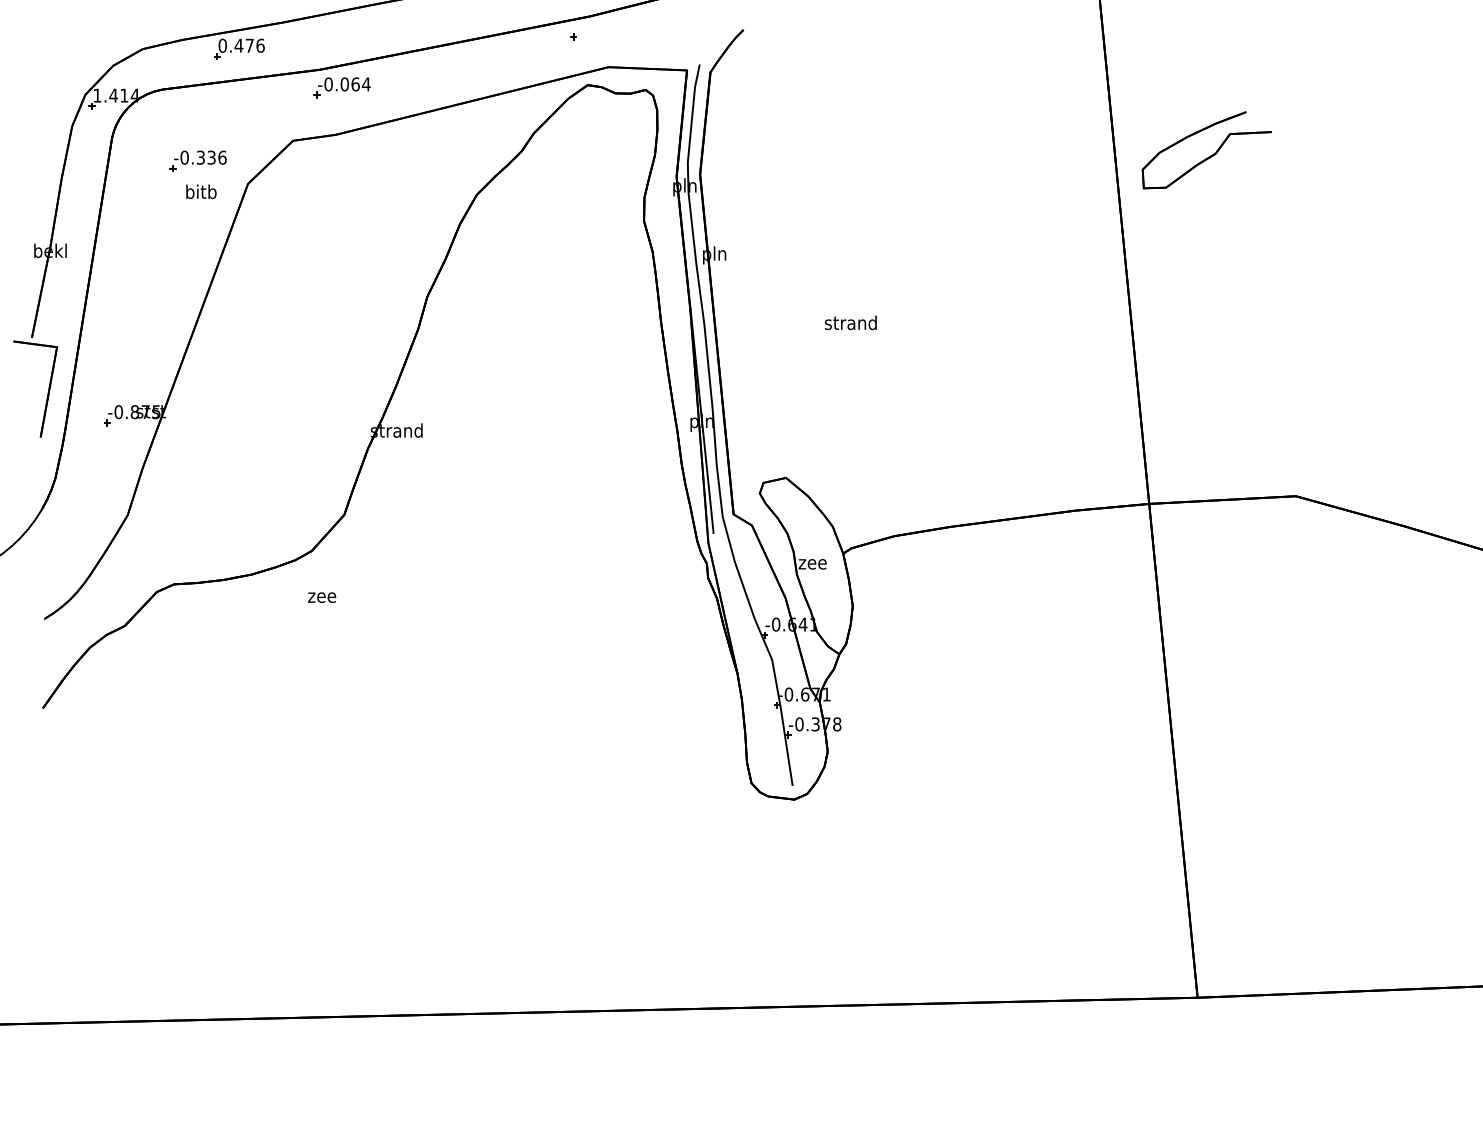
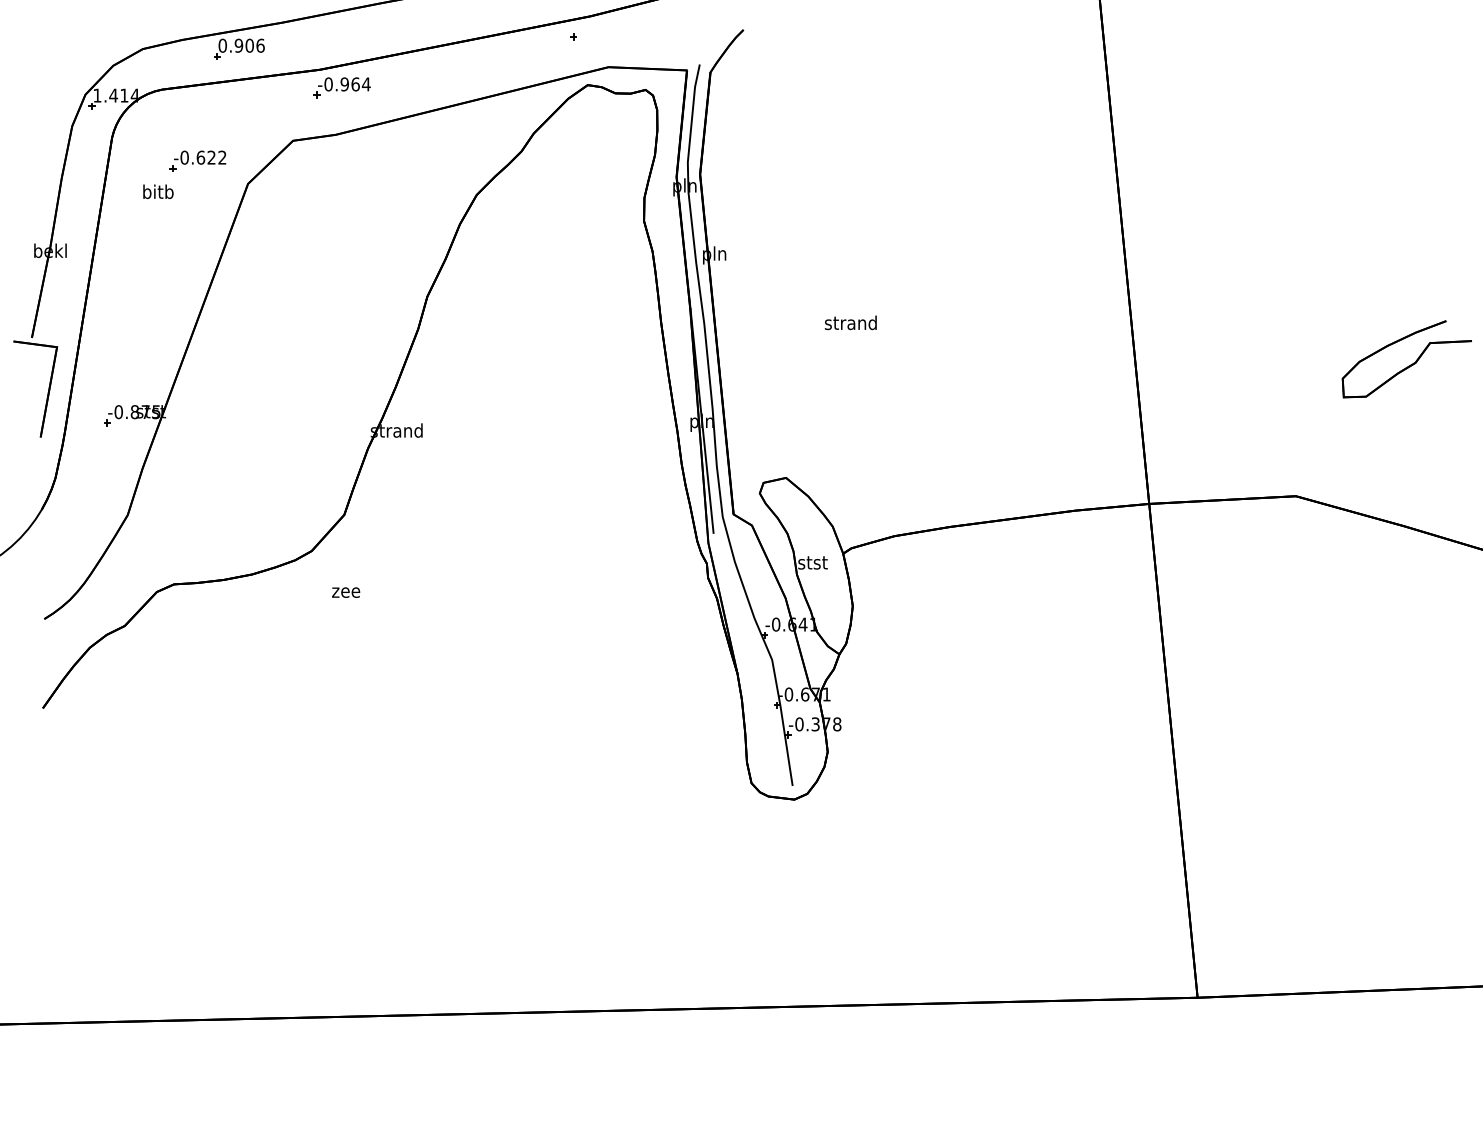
text at (243, 45): 0.476 -> 0.906
text at (344, 84): -0.064 -> -0.964
part at (1208, 156) position: (1208, 156) -> (1408, 365)
text at (211, 157): -0.336 -> -0.622
text at (201, 191) position: (201, 191) -> (158, 191)
text at (812, 562): zee -> stst
text at (322, 597) position: (322, 597) -> (346, 592)
